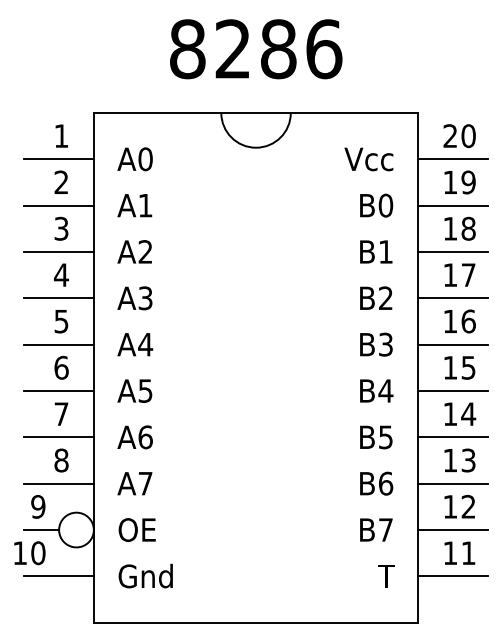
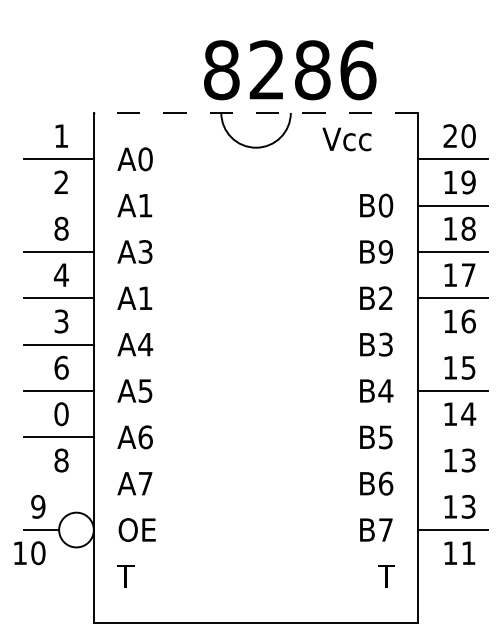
text at (256, 49) position: (256, 49) -> (290, 70)
line at (255, 112): solid -> dashed
text at (368, 159) position: (368, 159) -> (346, 139)
line at (58, 205): present -> none
text at (61, 228): 3 -> 8
text at (145, 251): A2 -> A3
text at (385, 251): B1 -> B9
text at (145, 298): A3 -> A1
text at (61, 320): 5 -> 3
line at (452, 344): present -> none
text at (61, 414): 7 -> 0
line at (452, 437): present -> none
line at (58, 483): present -> none
line at (452, 483): present -> none
text at (468, 506): 12 -> 13
text at (144, 575): Gnd -> T
line at (58, 576): present -> none
line at (452, 576): present -> none
